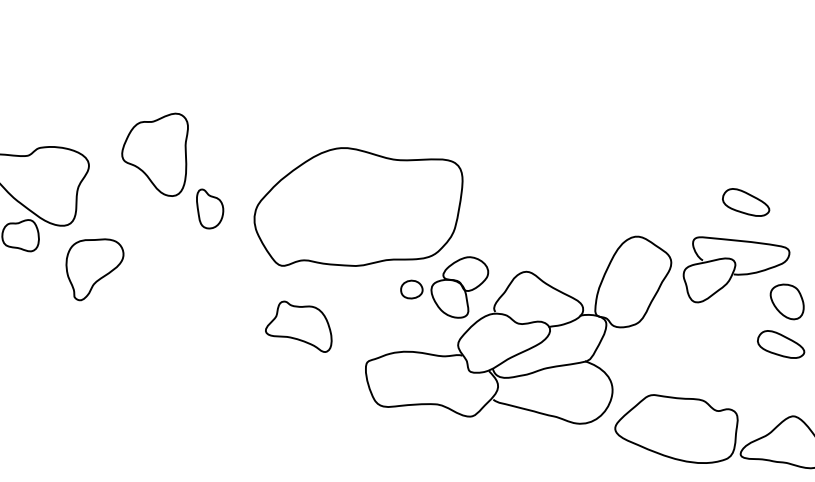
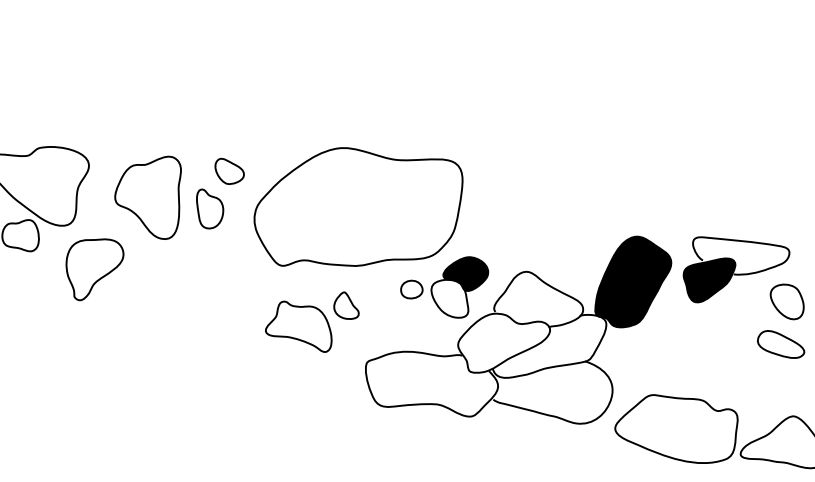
part at (154, 154) position: (154, 154) -> (147, 197)
part at (229, 170): none -> present
part at (746, 202): present -> none
fill at (465, 273): none -> present
fill at (709, 280): none -> present
fill at (633, 281): none -> present
part at (346, 305): none -> present
